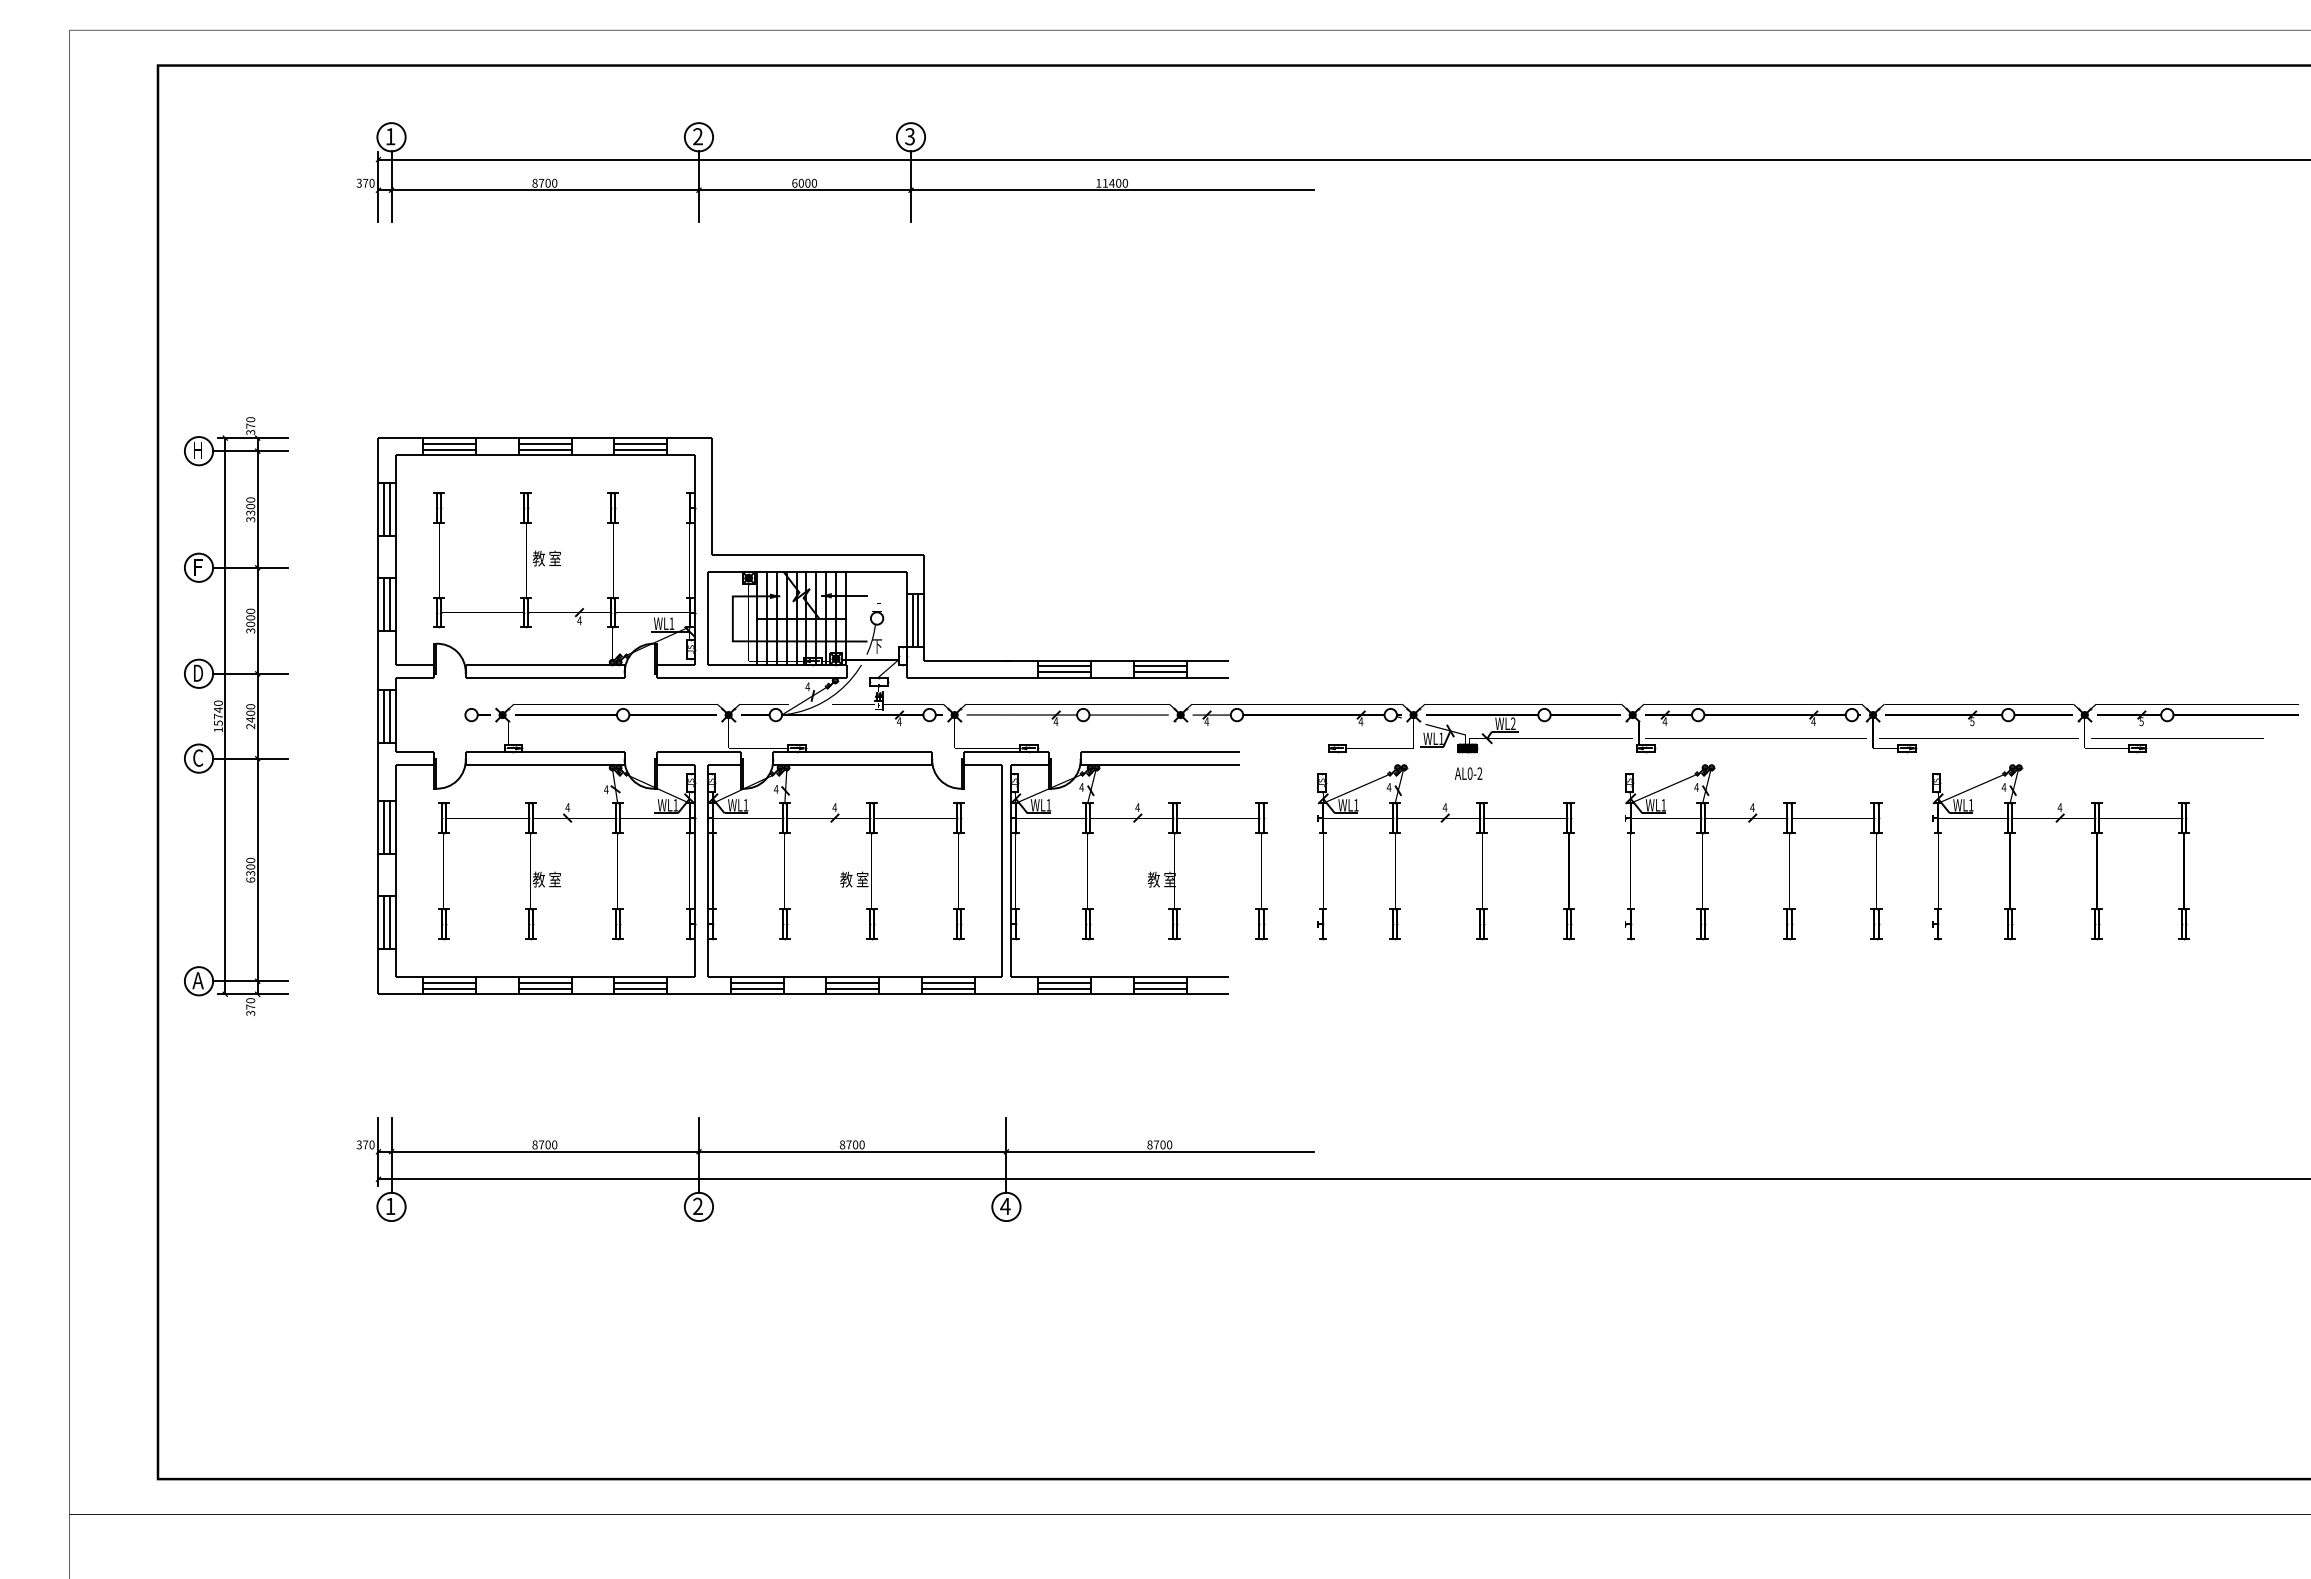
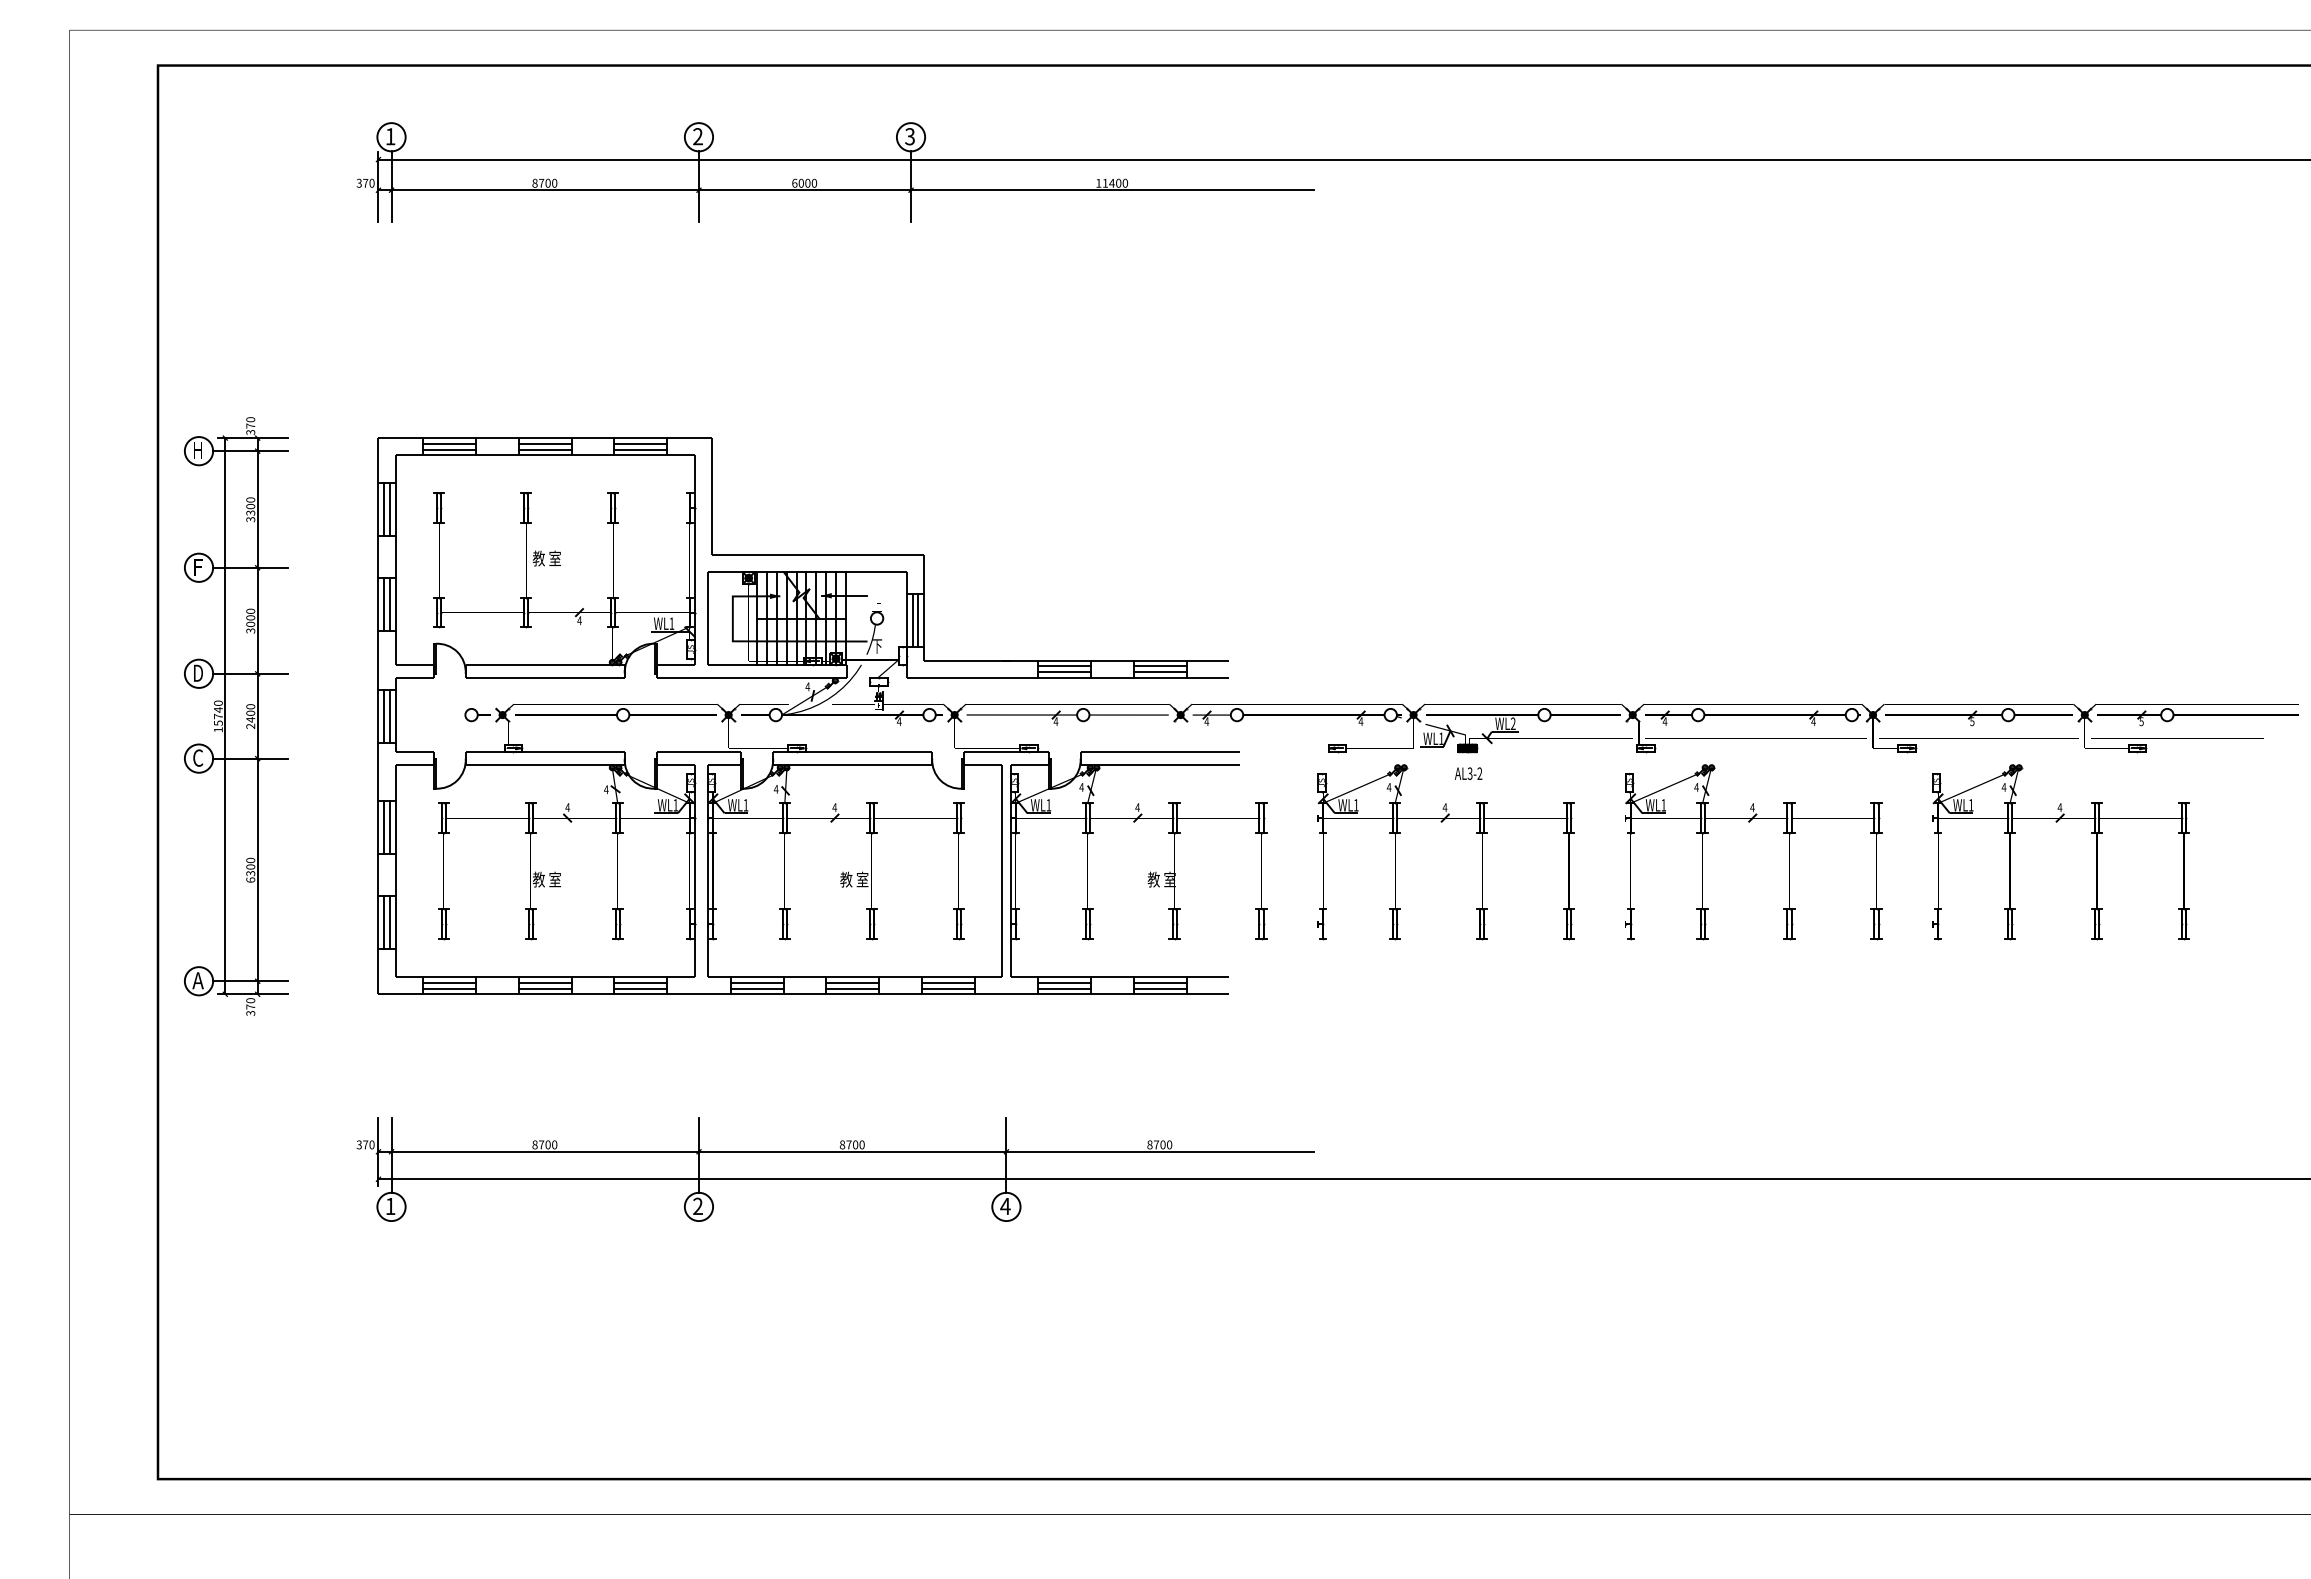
text at (1469, 773): AL0-2 -> AL3-2
